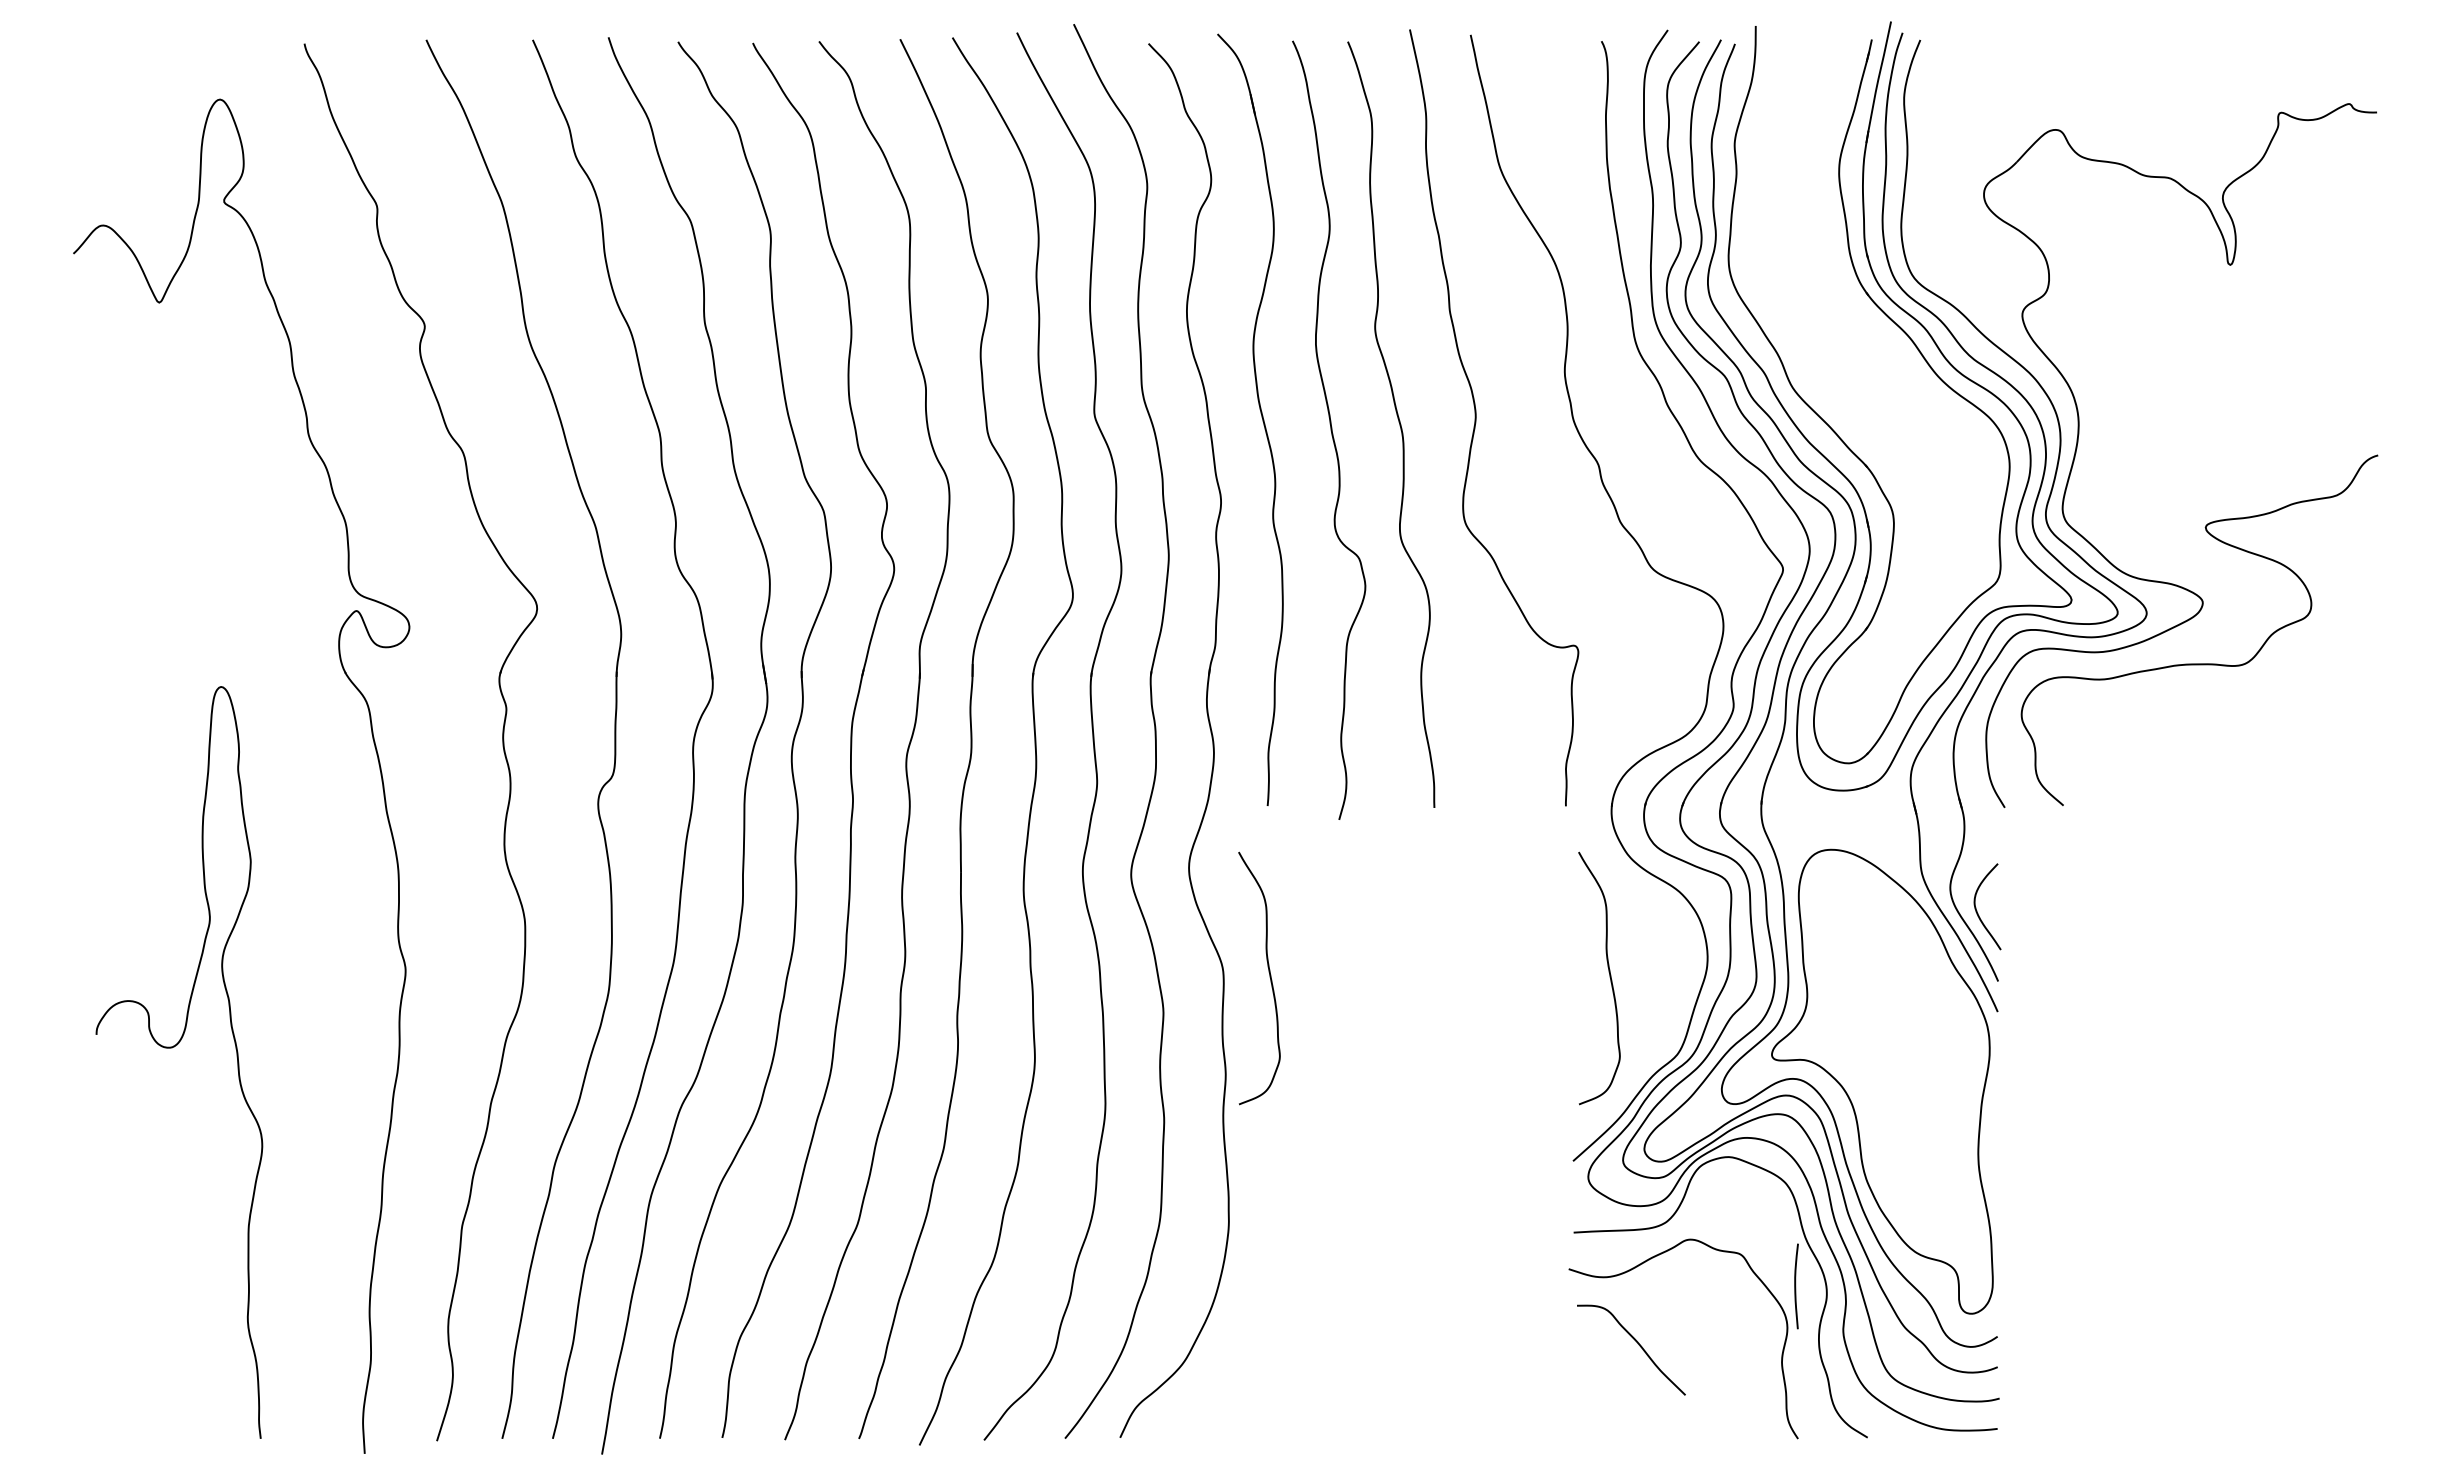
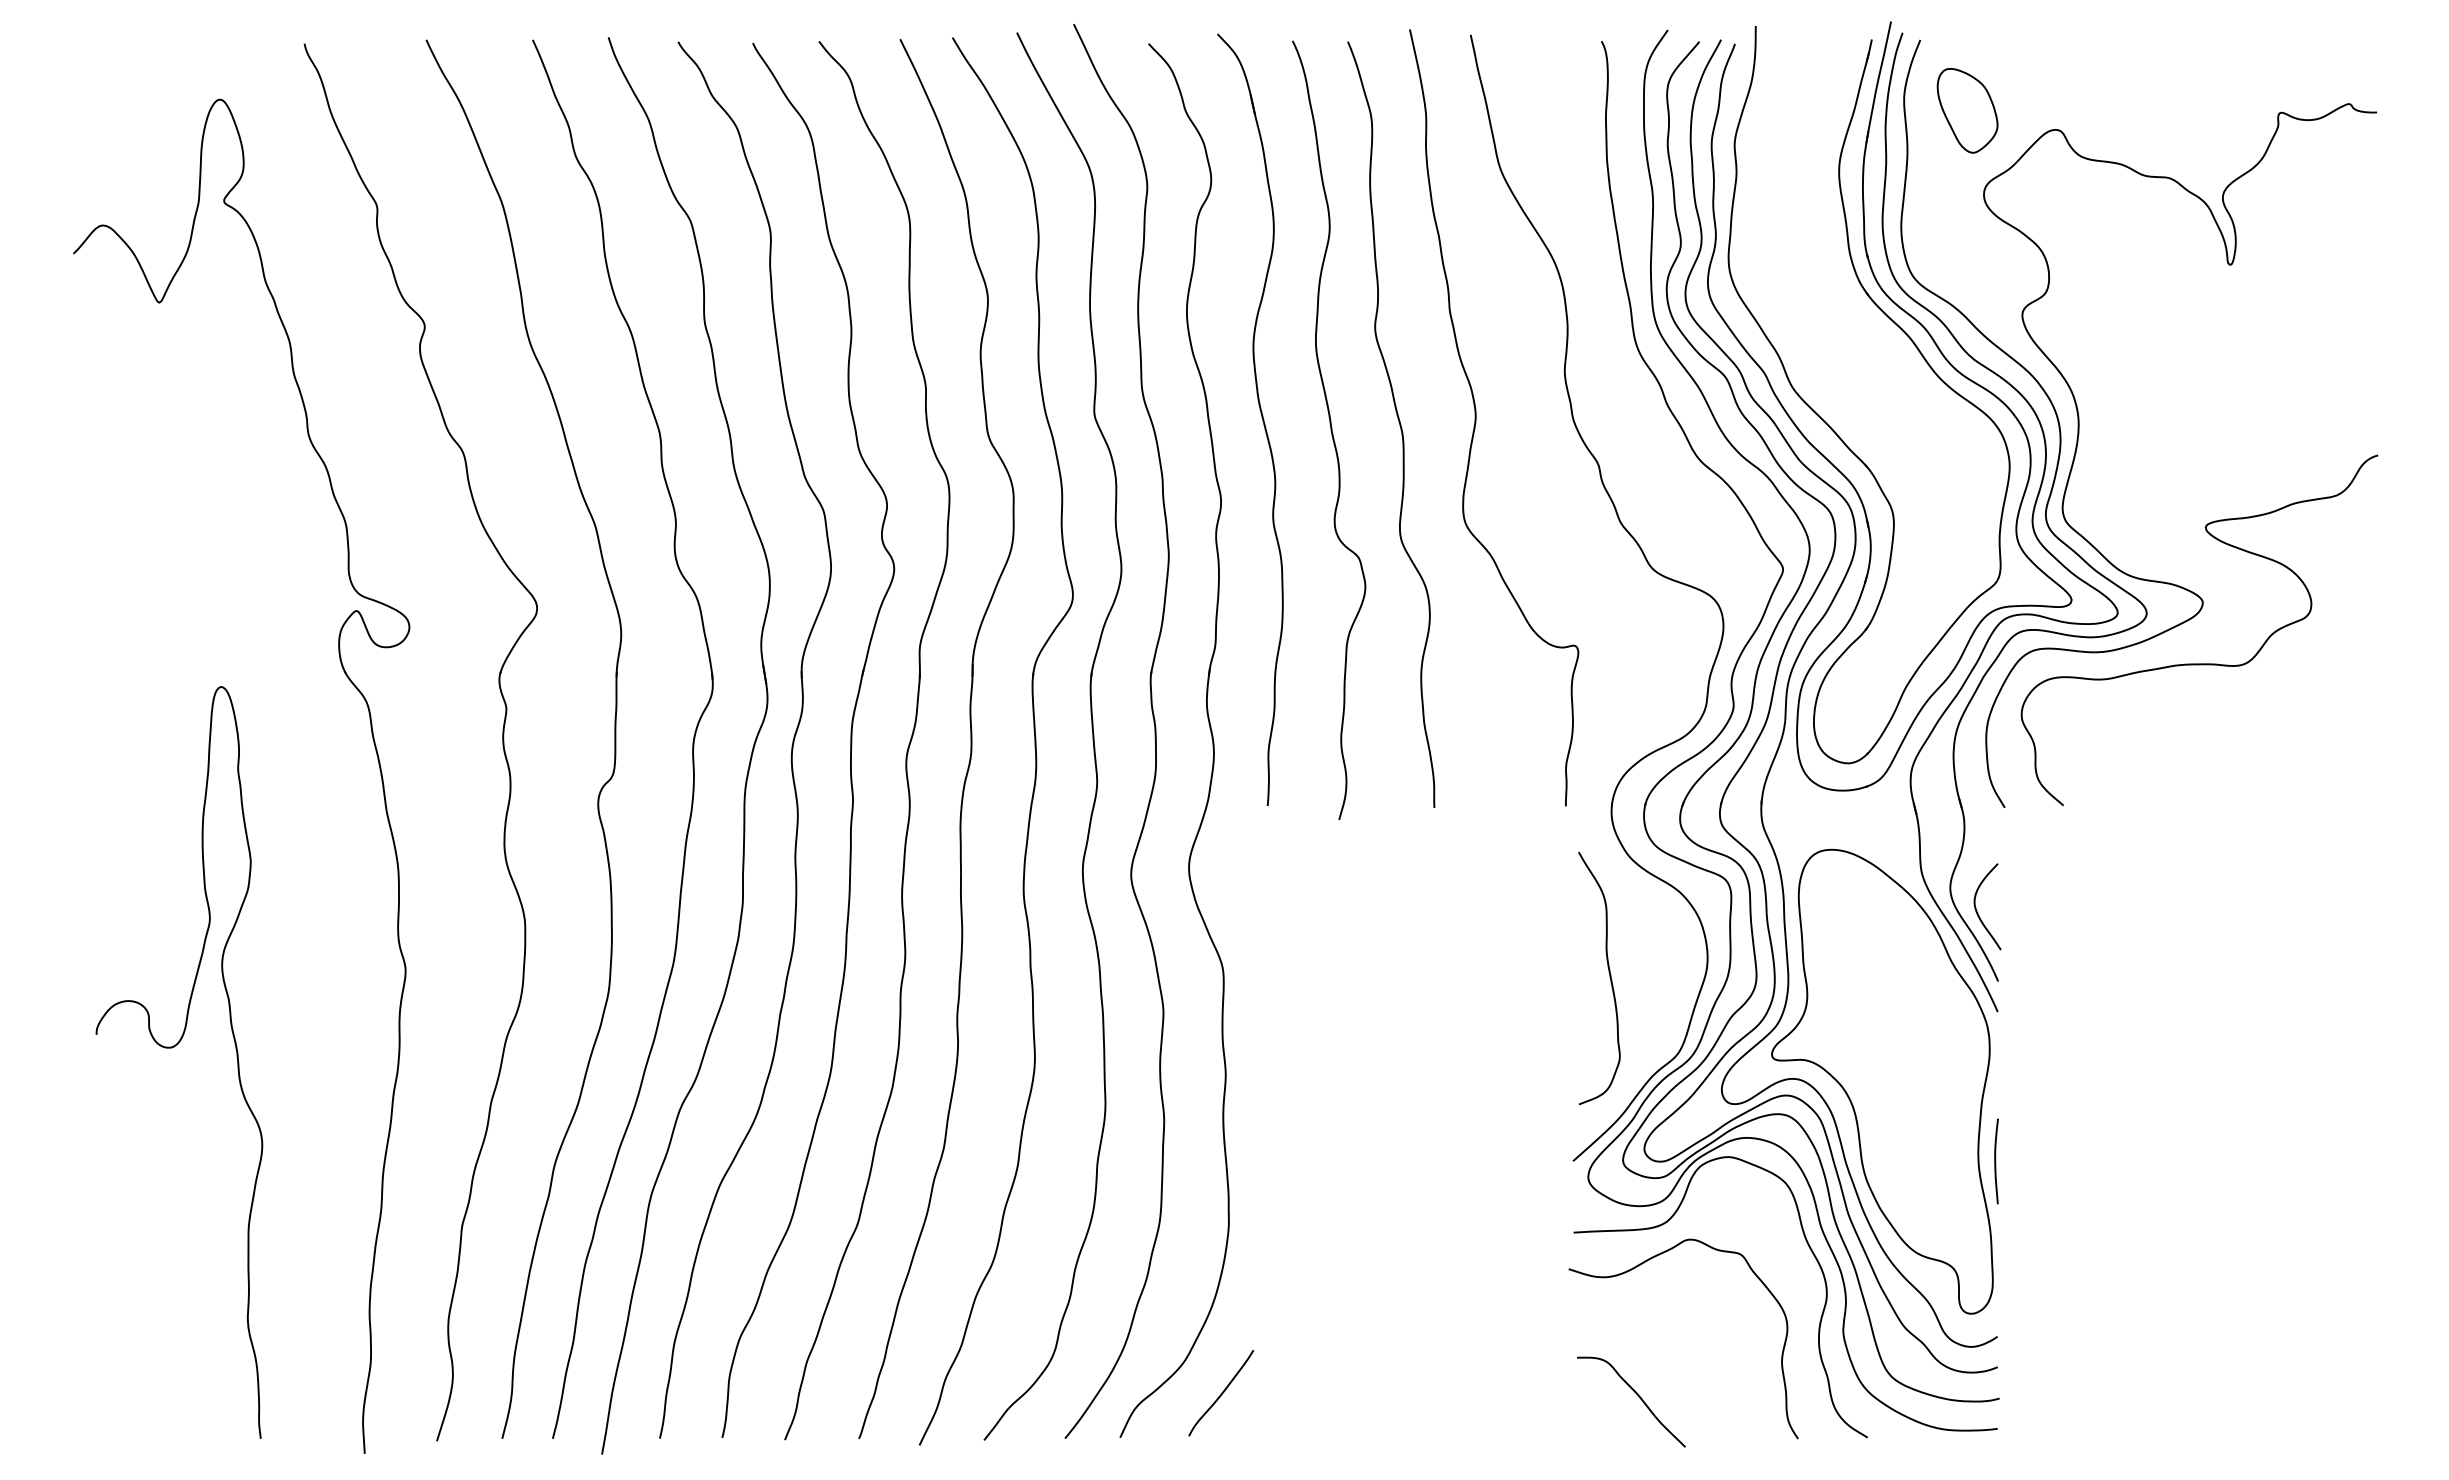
part at (1967, 110): none -> present
curve at (1269, 977): present -> none
curve at (1796, 1286) position: (1796, 1286) -> (1996, 1161)
curve at (1638, 1345) position: (1638, 1345) -> (1638, 1397)
curve at (1221, 1393): none -> present
